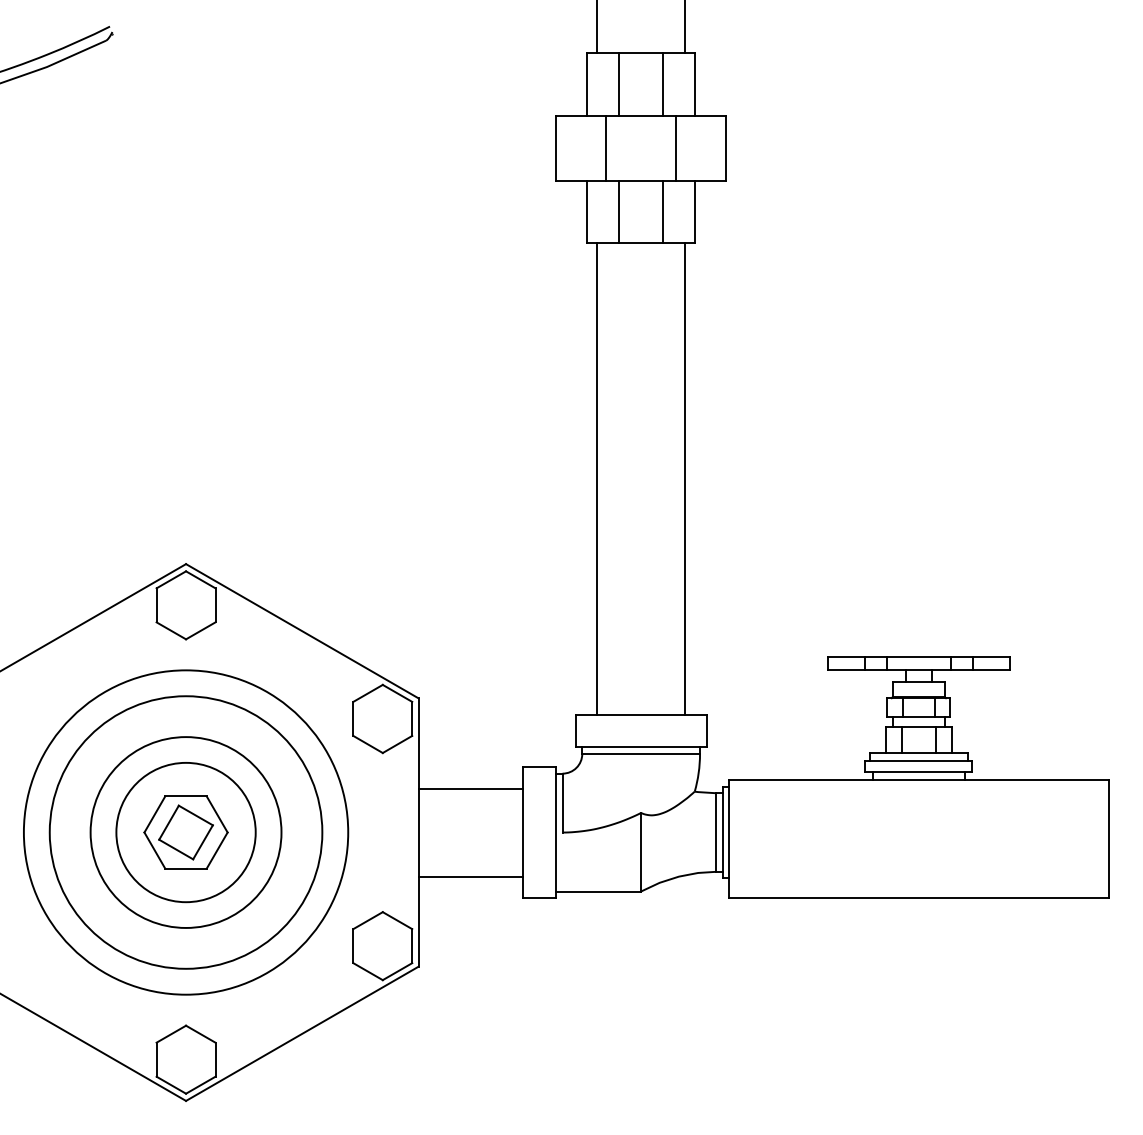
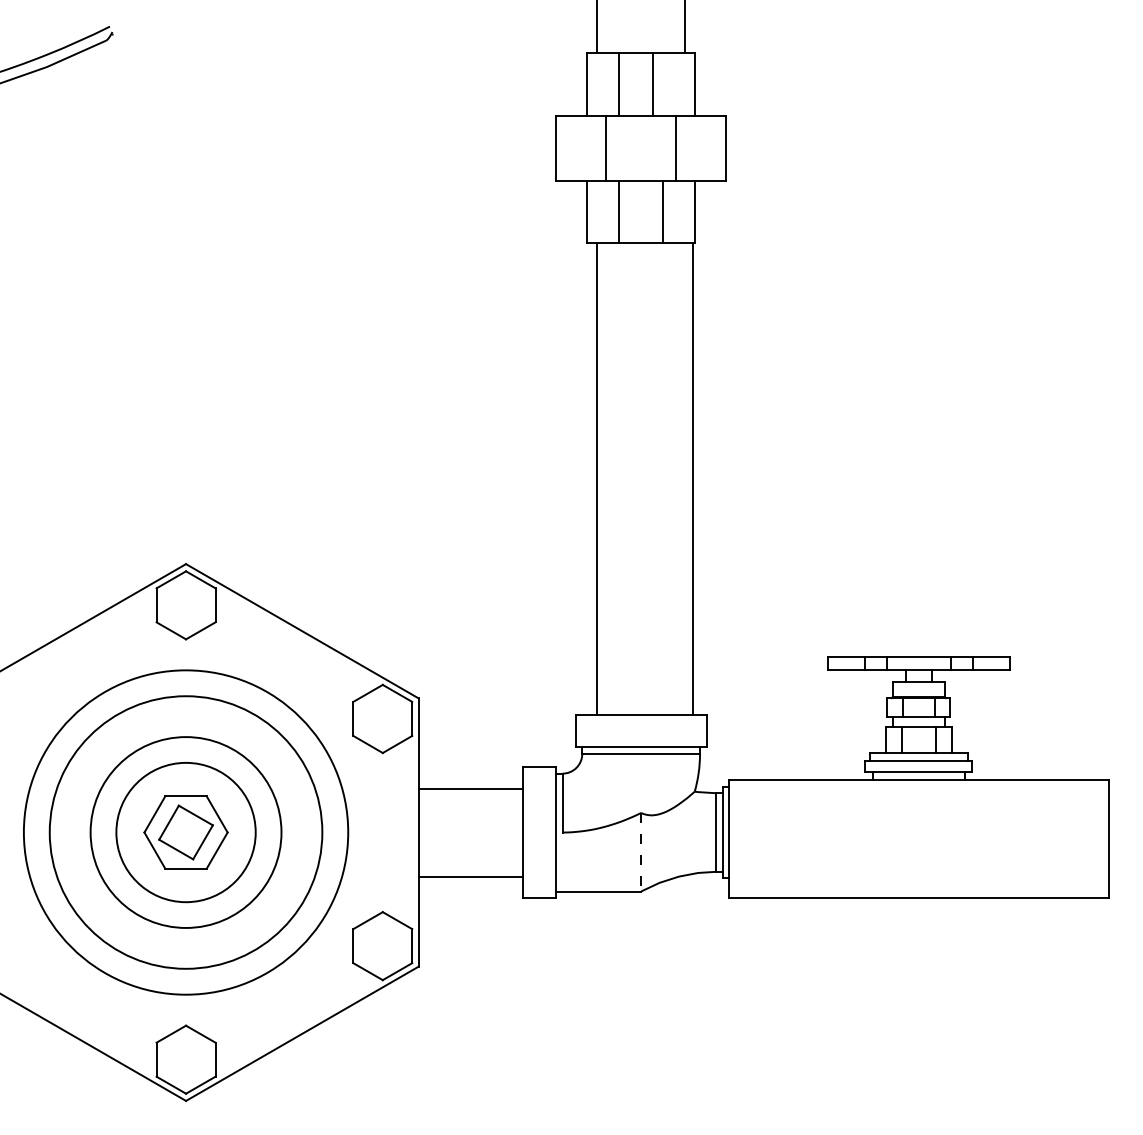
line at (663, 84) position: (663, 84) -> (653, 84)
line at (685, 478) position: (685, 478) -> (693, 478)
line at (641, 852): solid -> dashed
